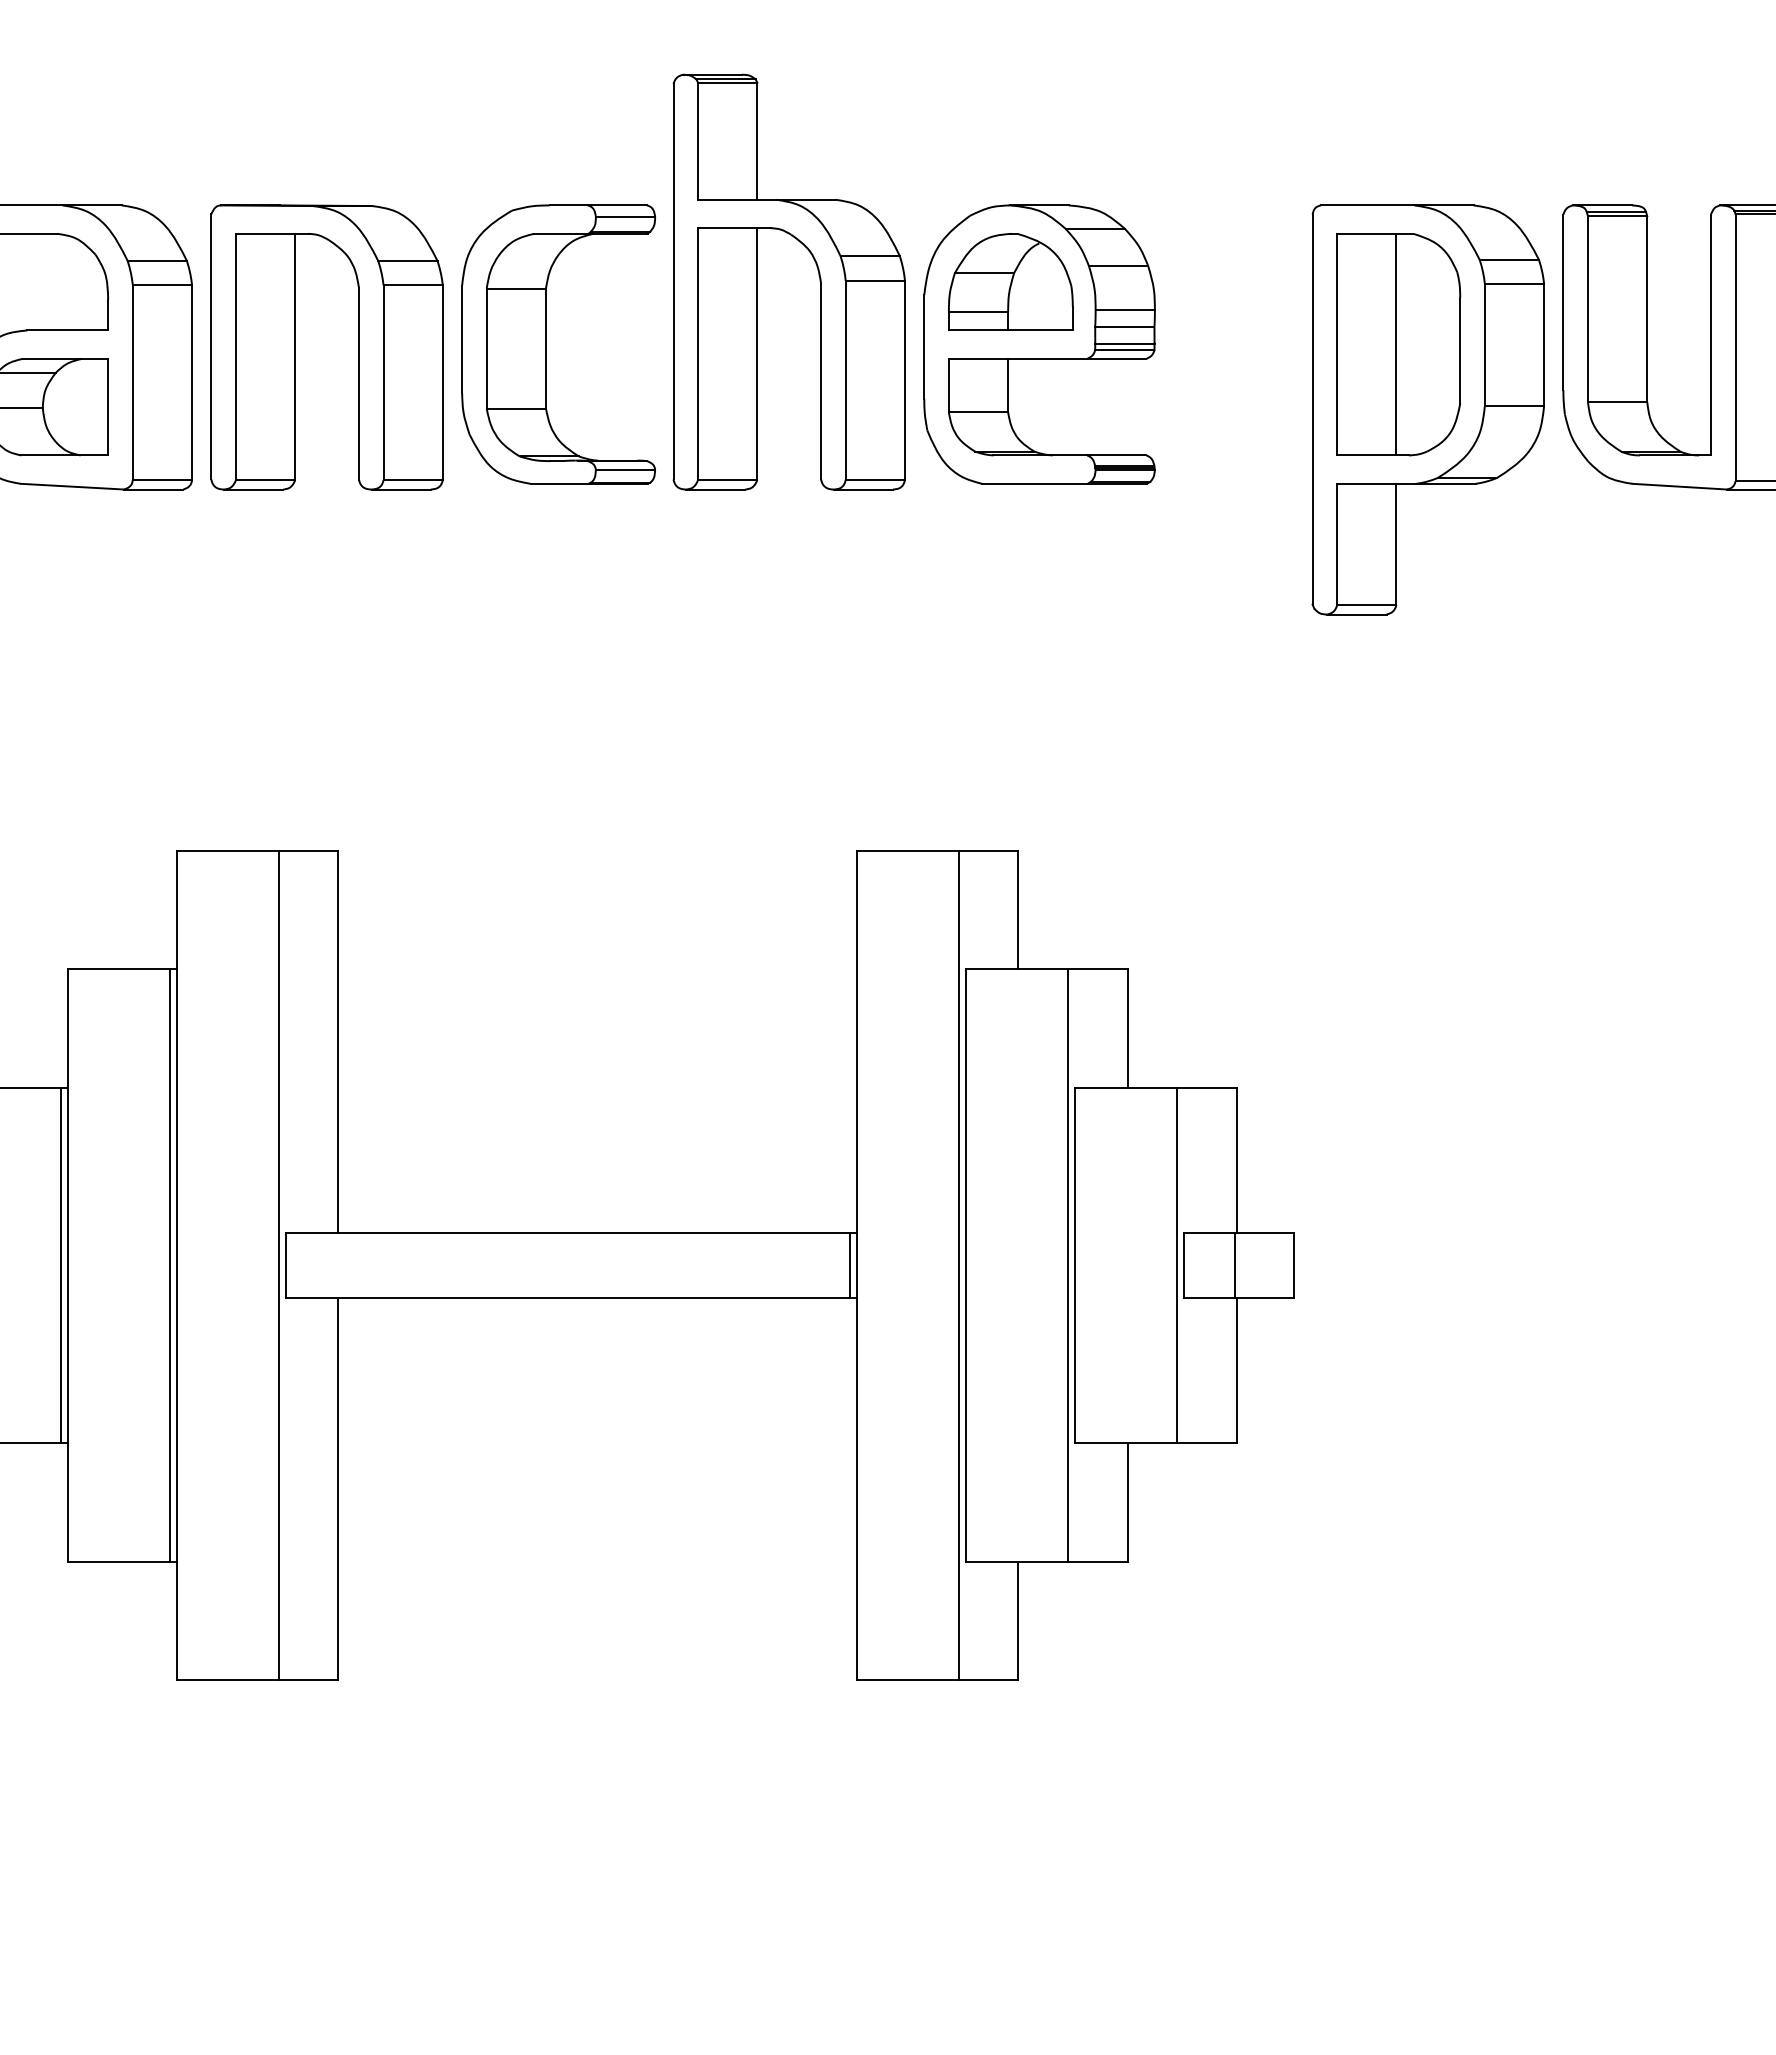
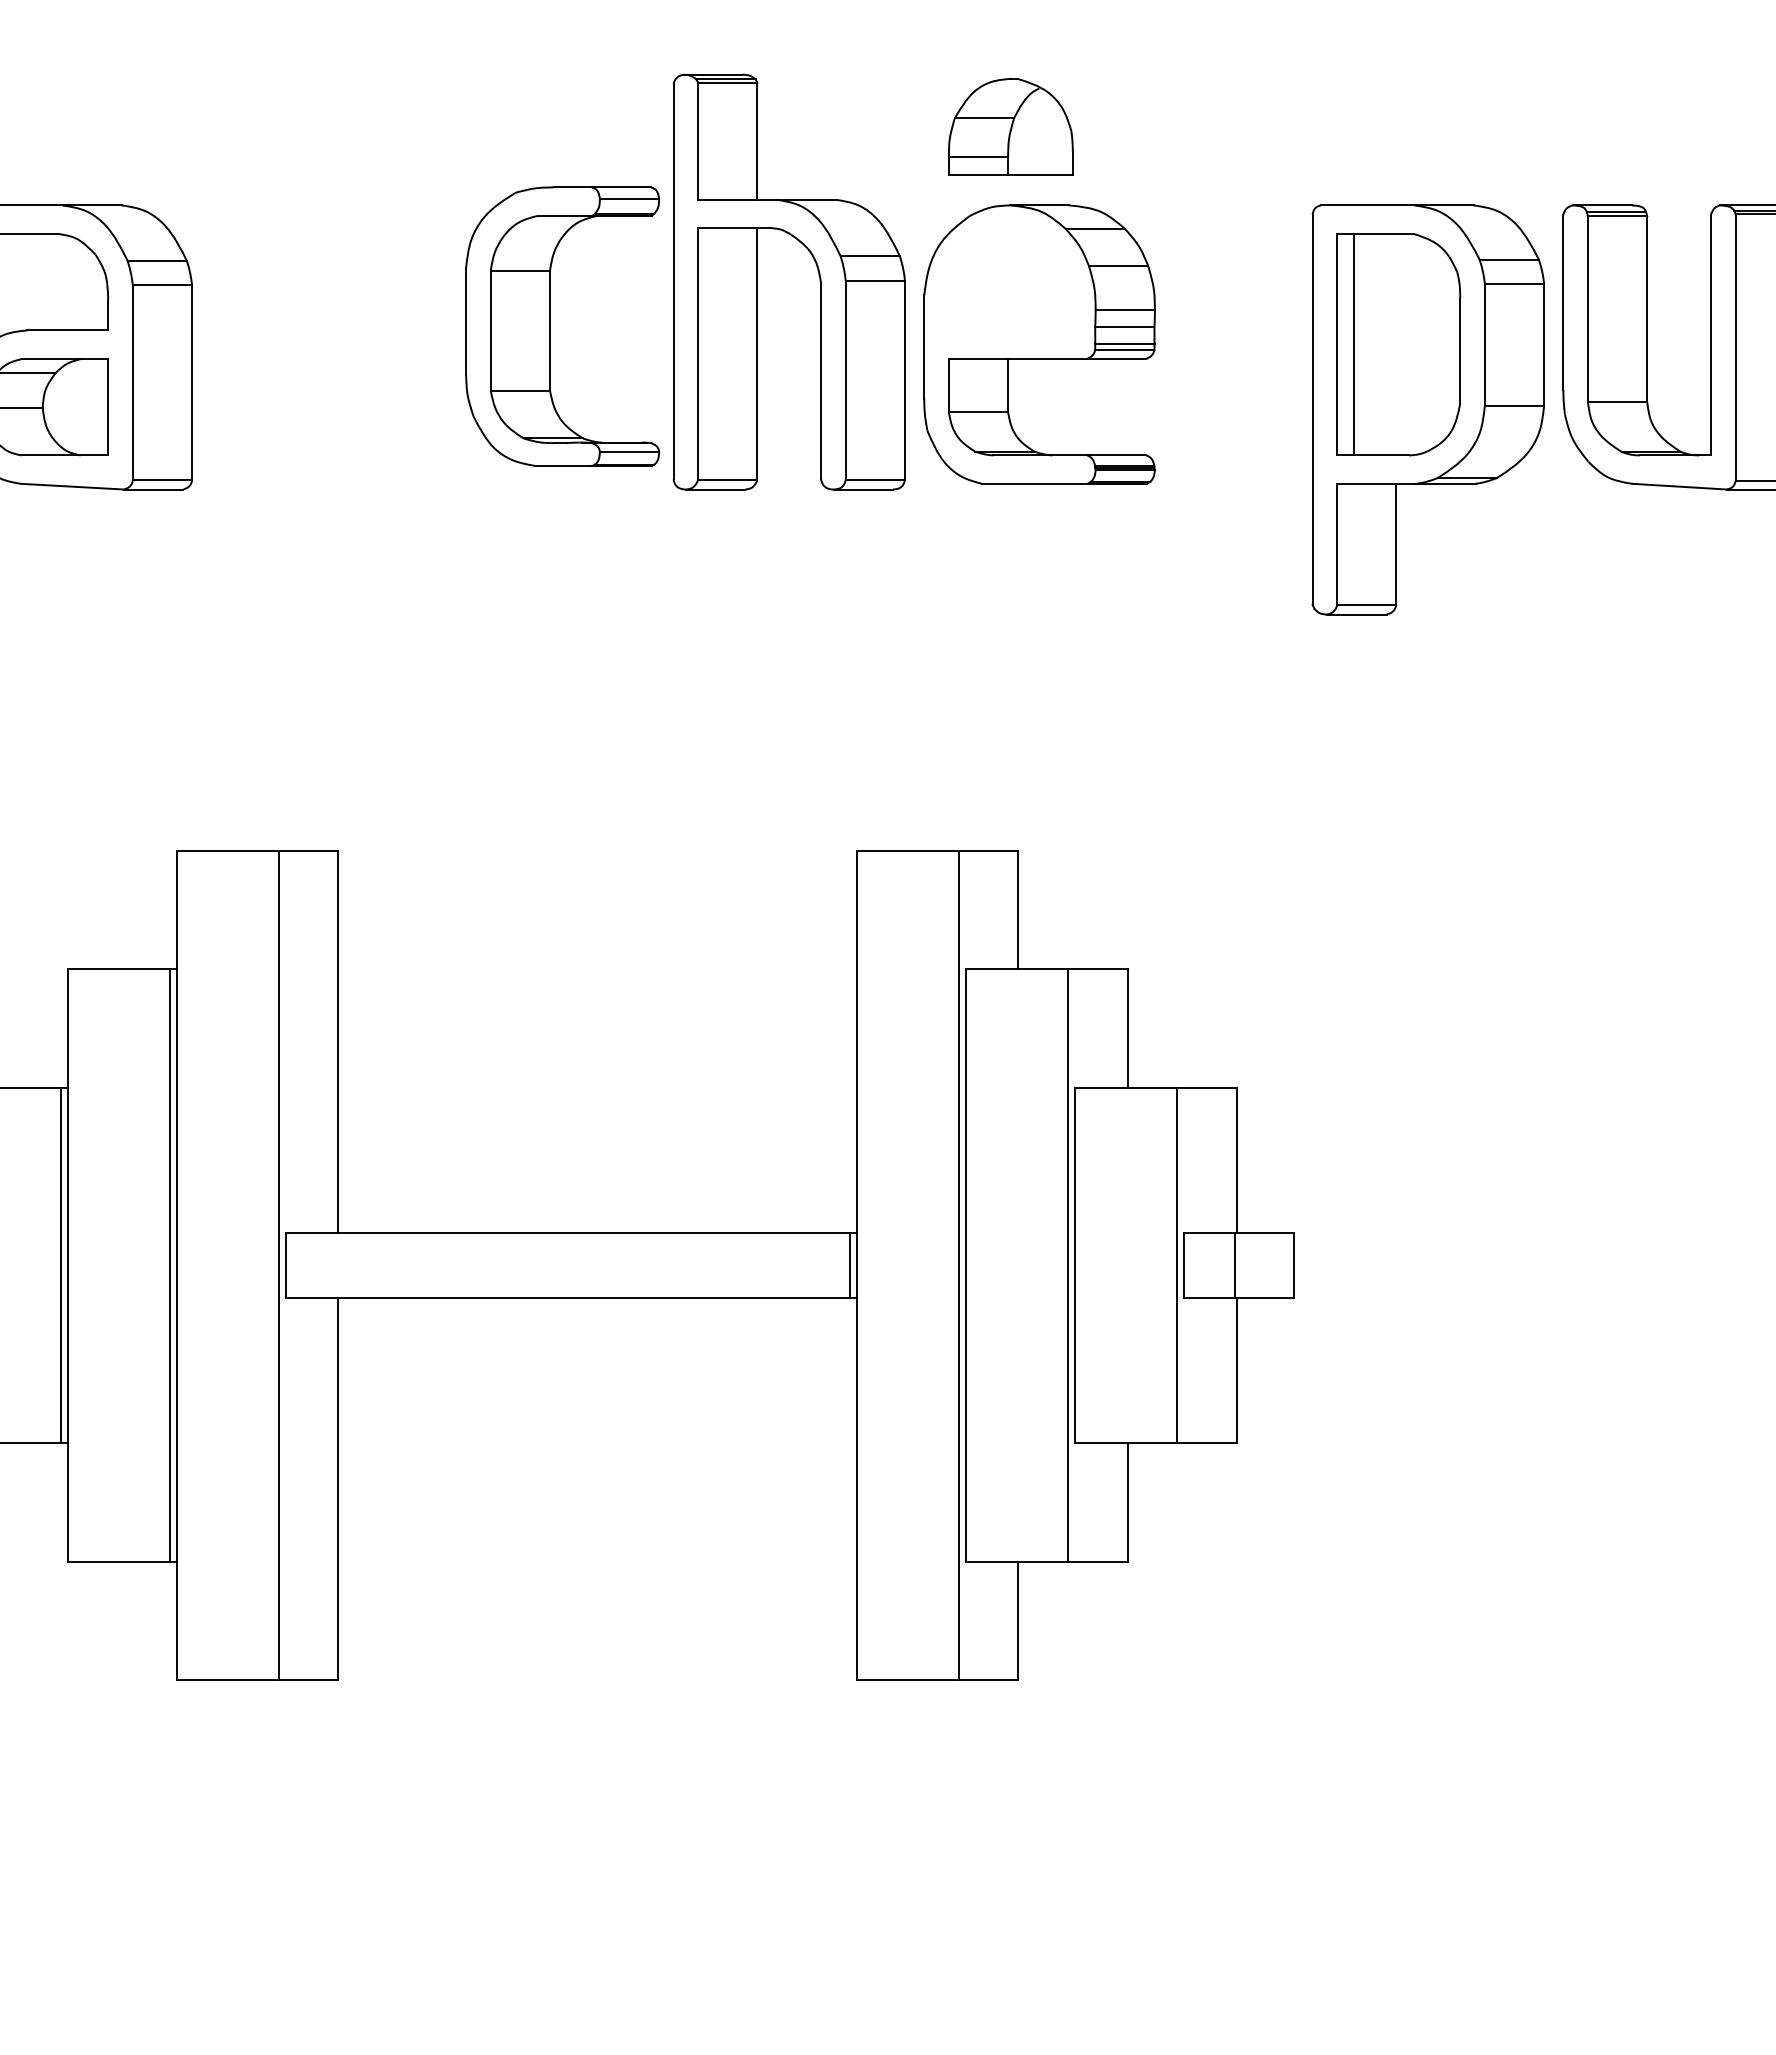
part at (1010, 281) position: (1010, 281) -> (1010, 126)
part at (546, 344) position: (546, 344) -> (550, 326)
line at (1396, 344) position: (1396, 344) -> (1354, 344)
part at (295, 347): present -> none
